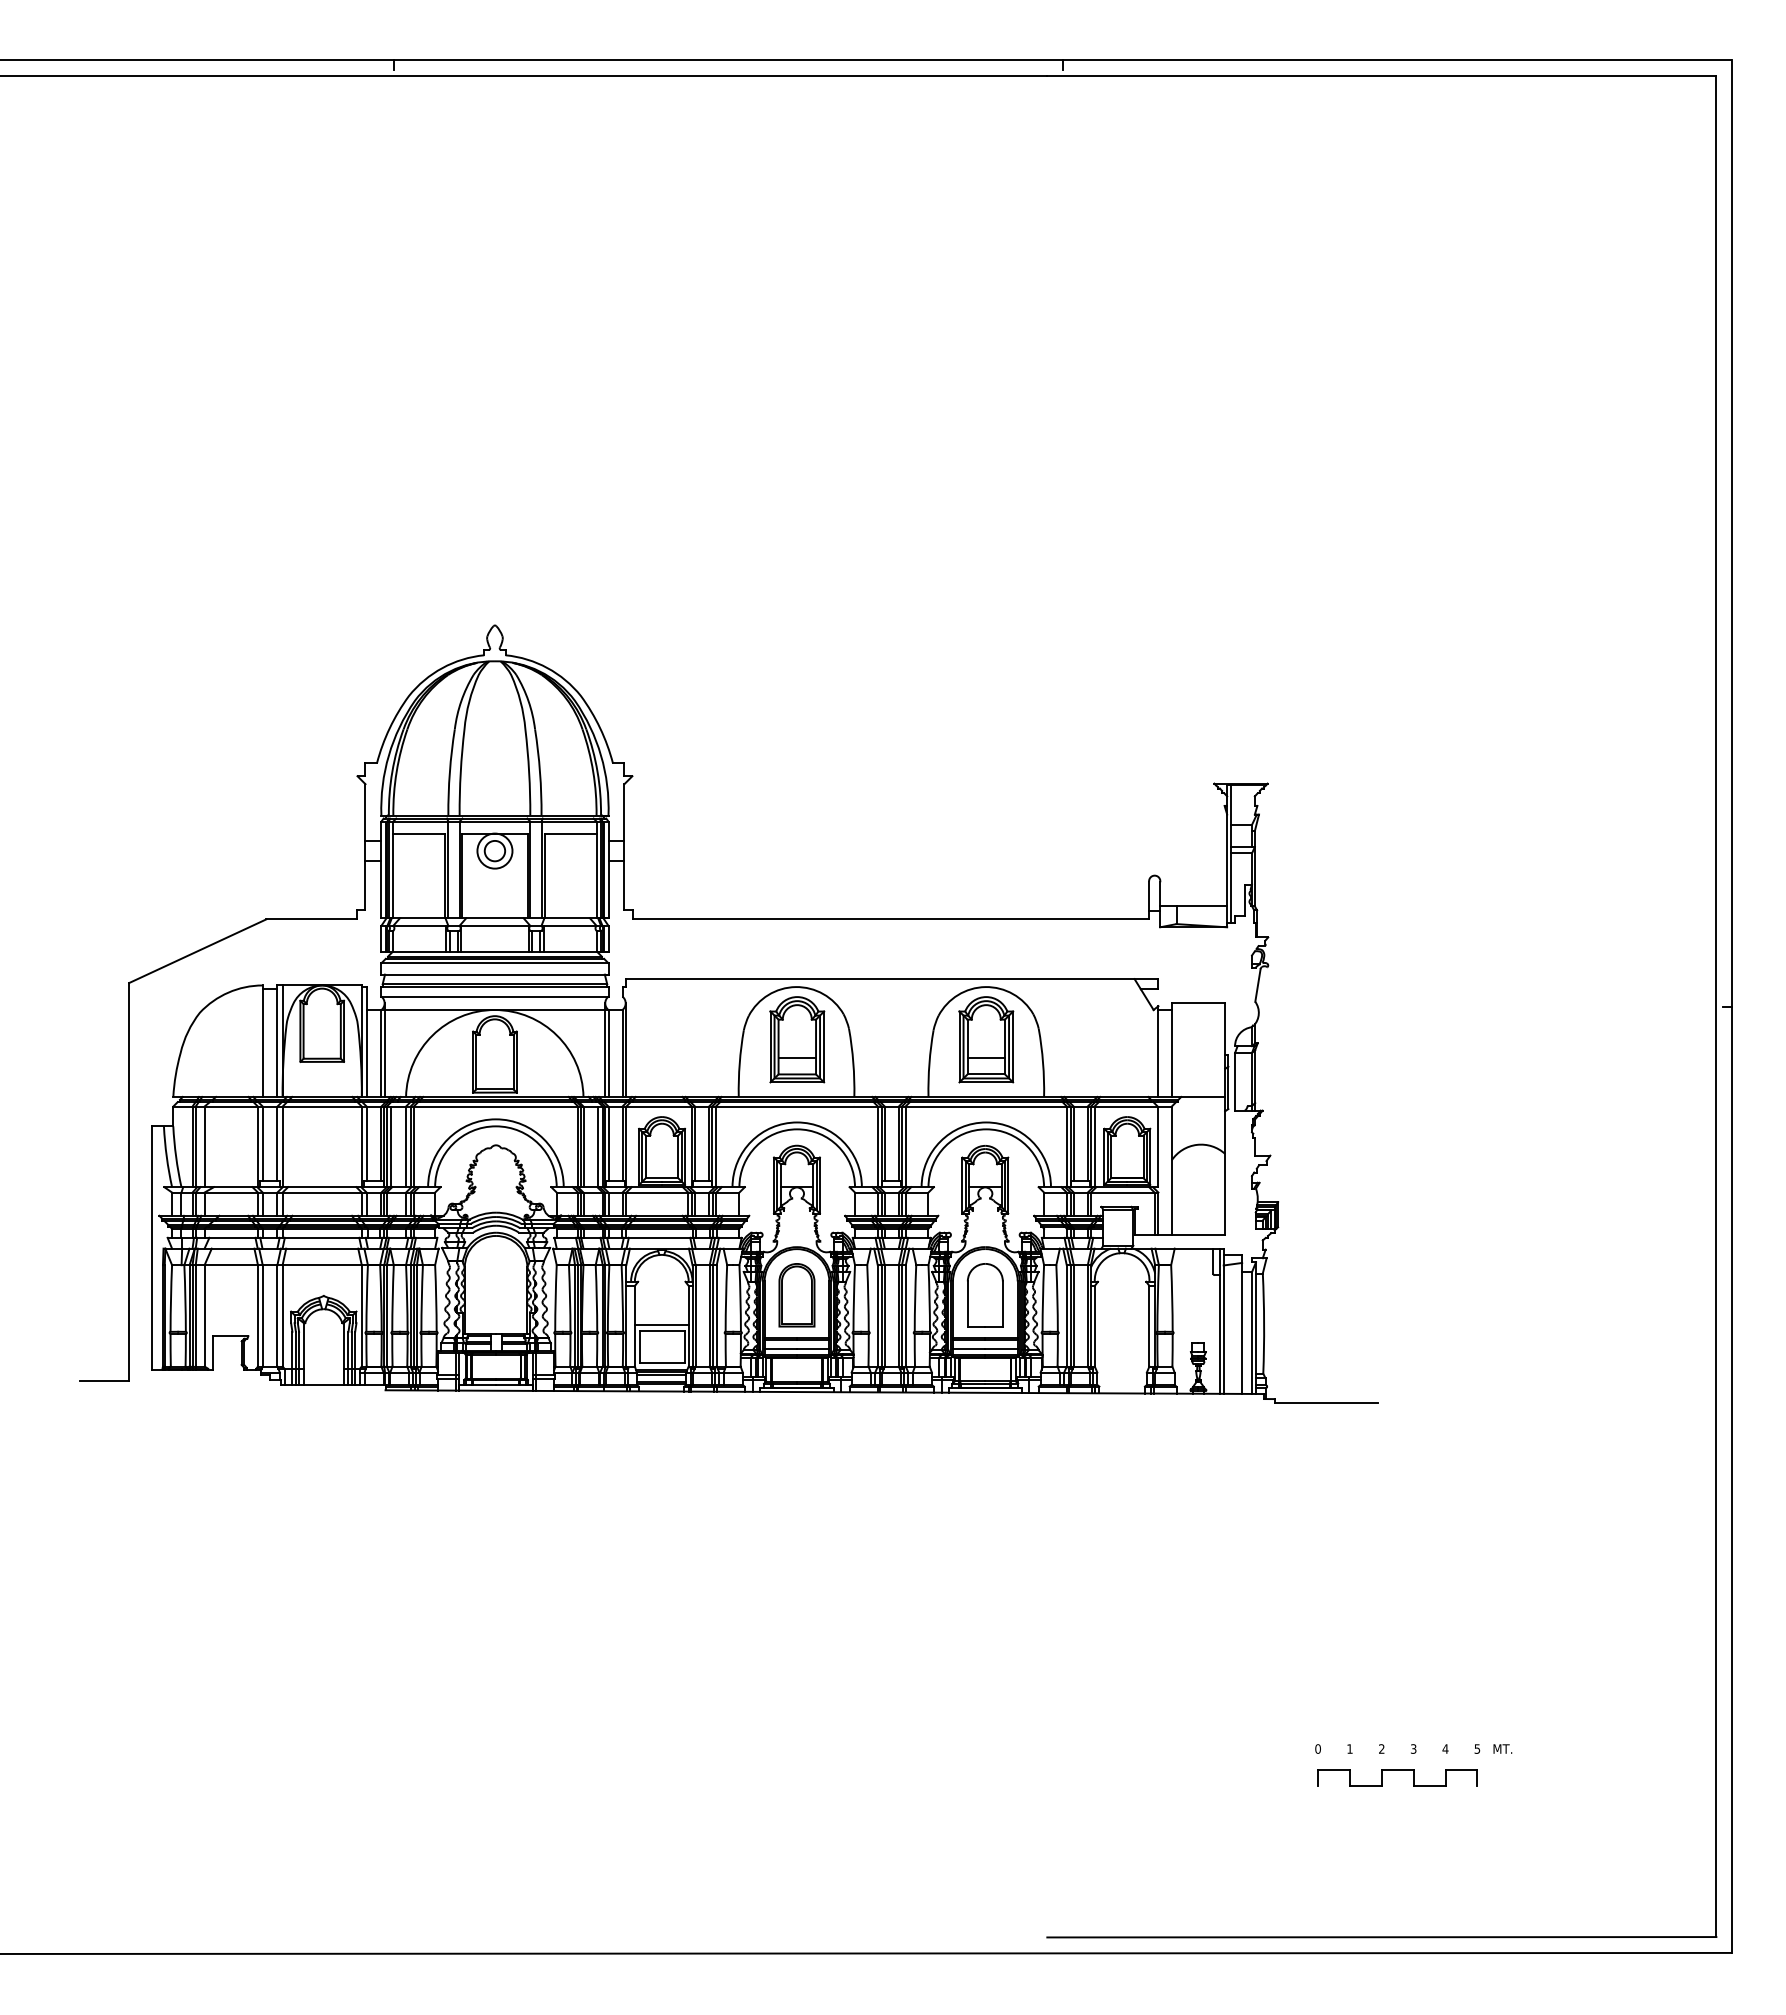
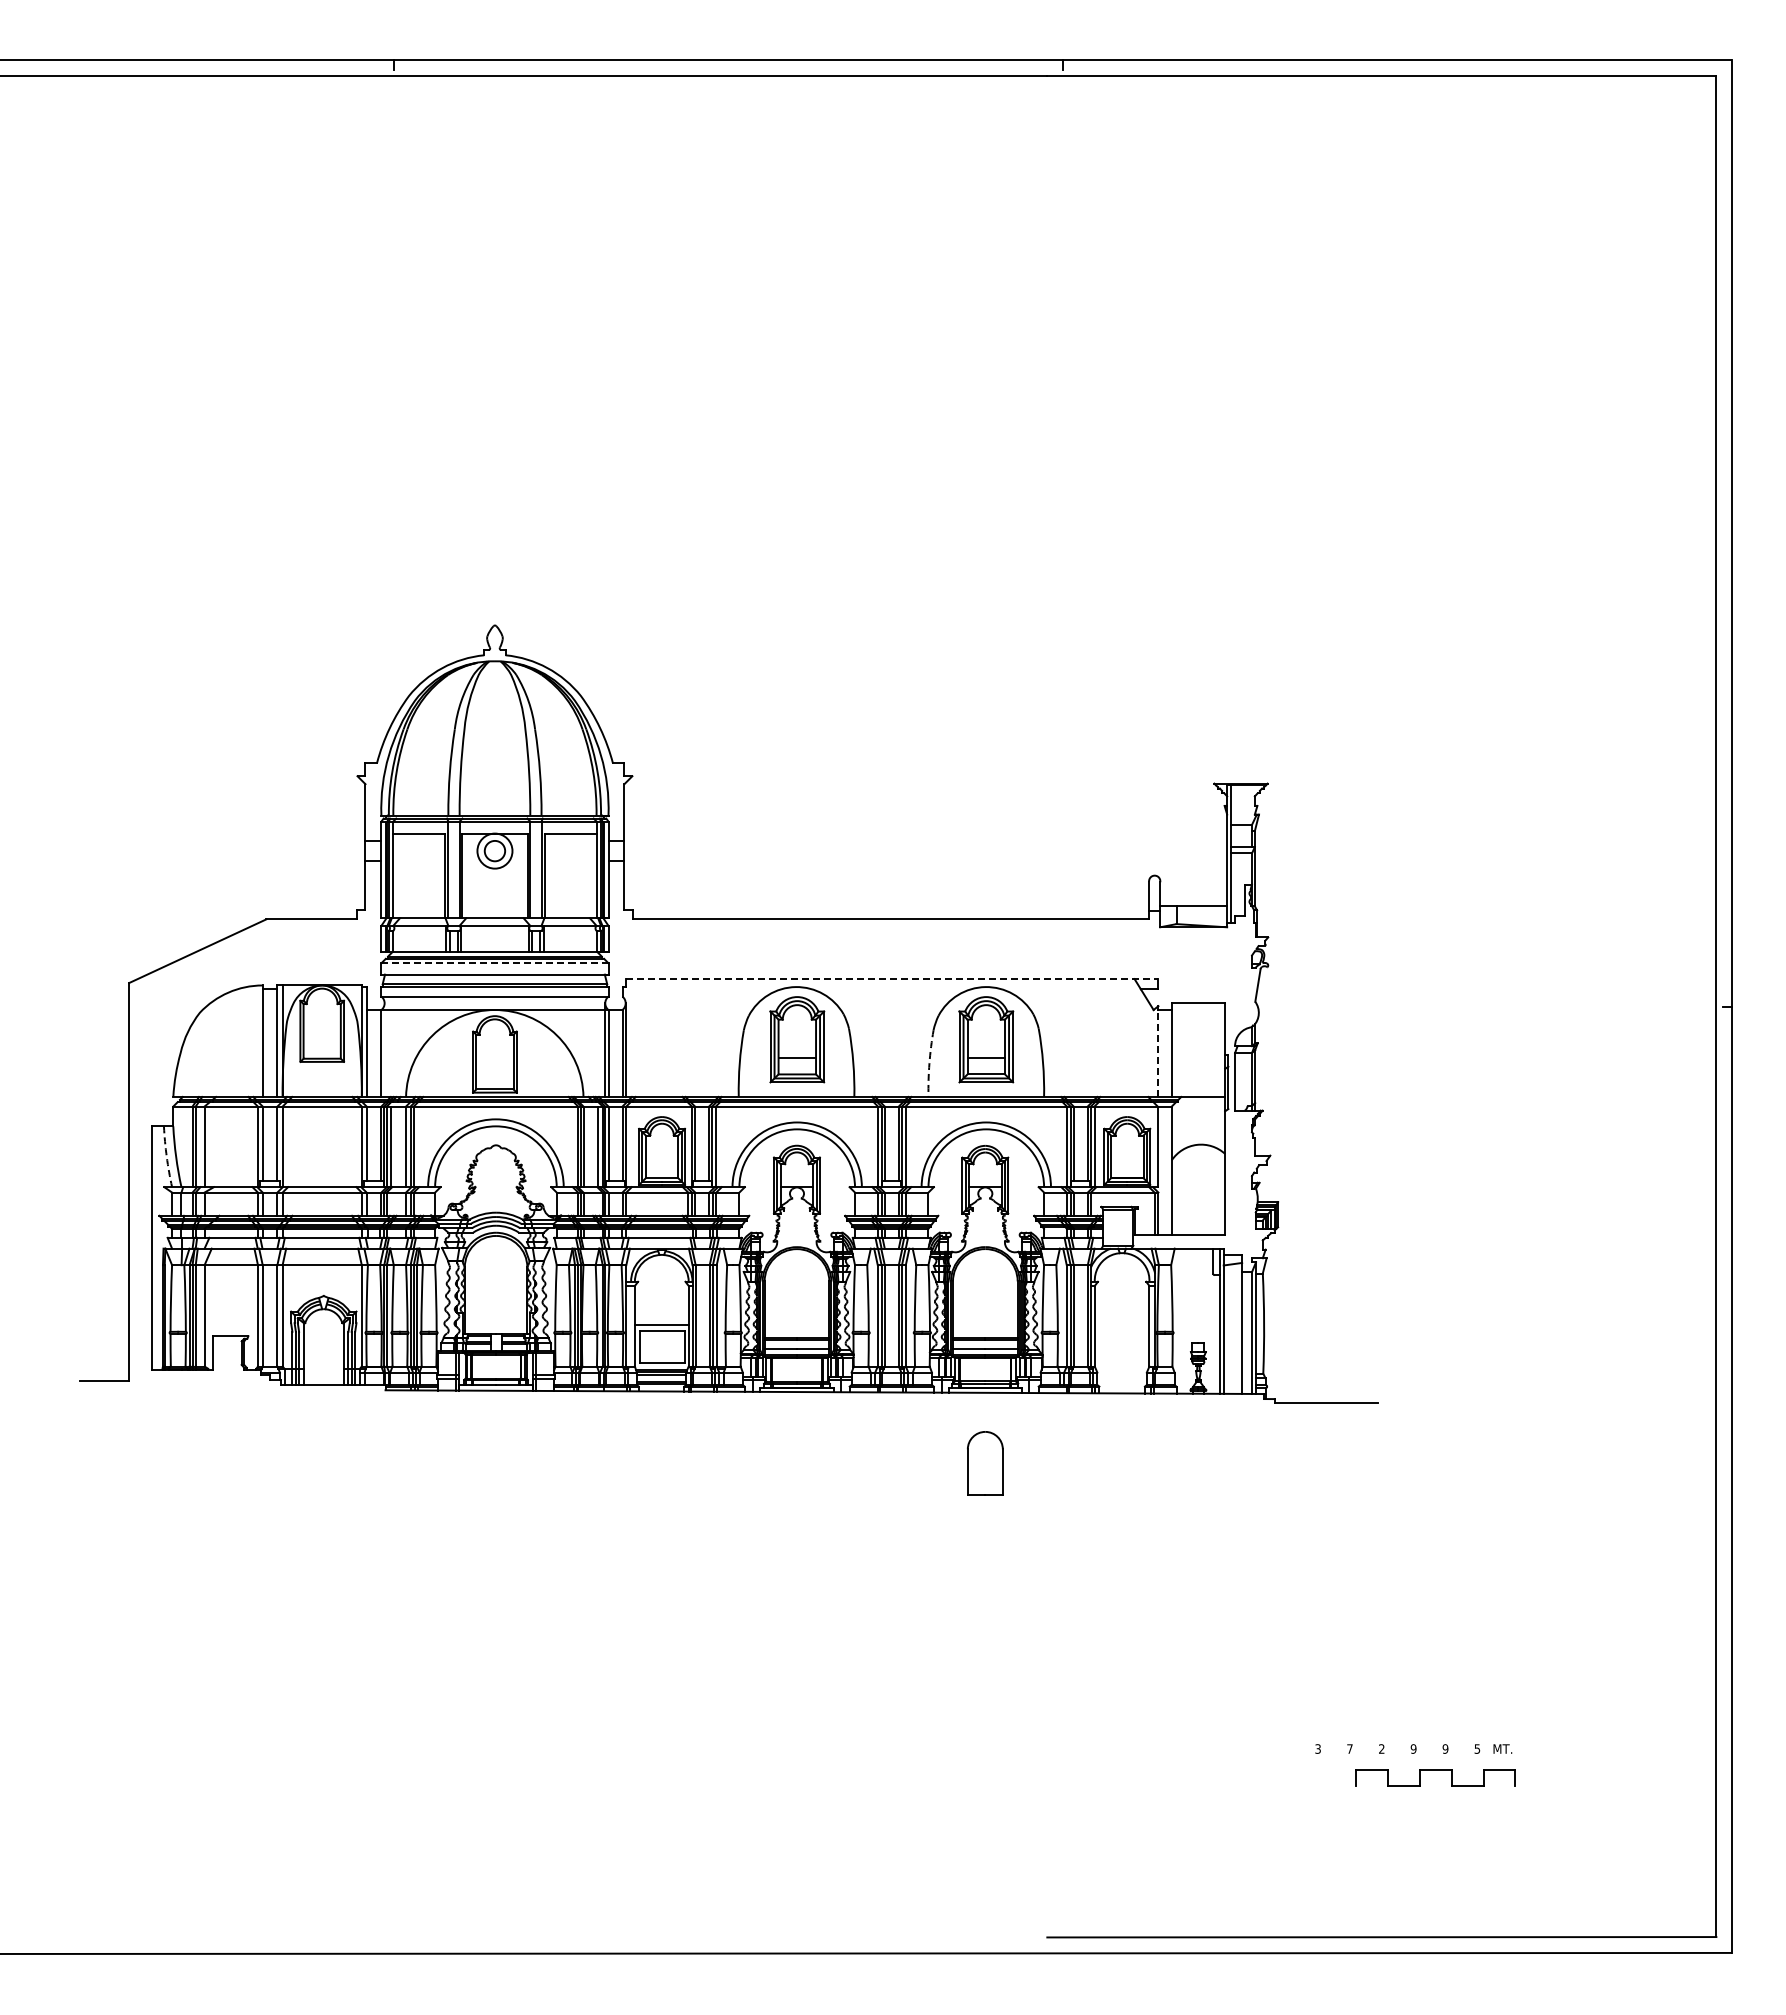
line at (494, 963): solid -> dashed
line at (892, 979): solid -> dashed
line at (384, 1049): present -> none
line at (1158, 1053): solid -> dashed
arc at (929, 1063): solid -> dashed
arc at (166, 1156): solid -> dashed
part at (796, 1295): present -> none
part at (985, 1295) position: (985, 1295) -> (985, 1463)
text at (1317, 1748): 0 -> 3
text at (1349, 1748): 1 -> 7
text at (1413, 1748): 3 -> 9
text at (1445, 1748): 4 -> 9
part at (1397, 1770) position: (1397, 1770) -> (1435, 1770)
